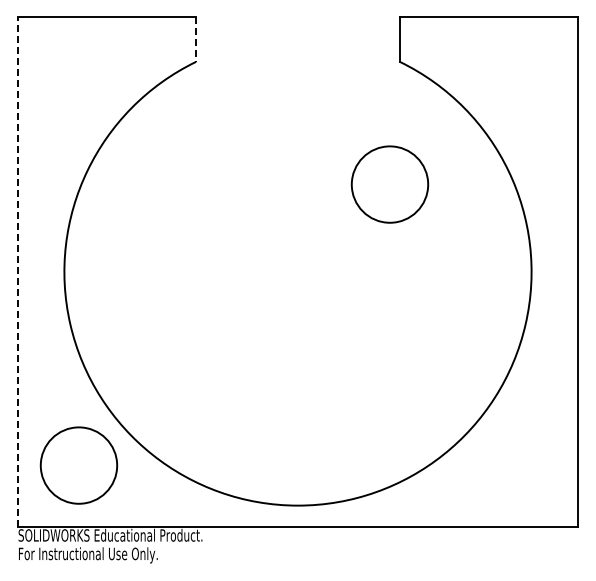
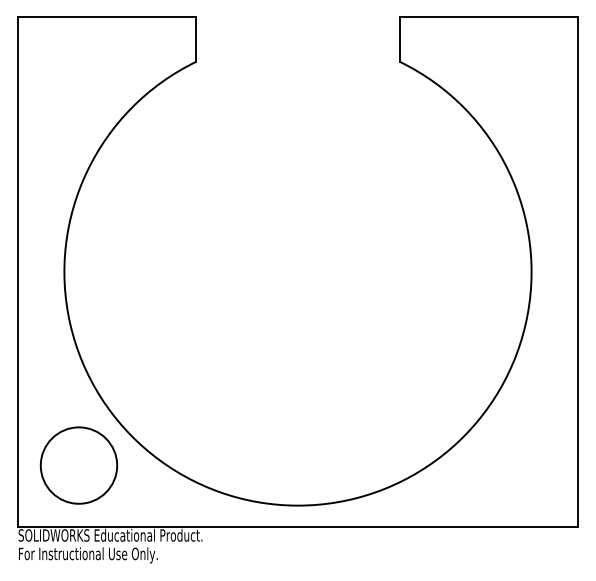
line at (196, 40): dashed -> solid
circle at (389, 184): present -> none
line at (17, 272): dashed -> solid
